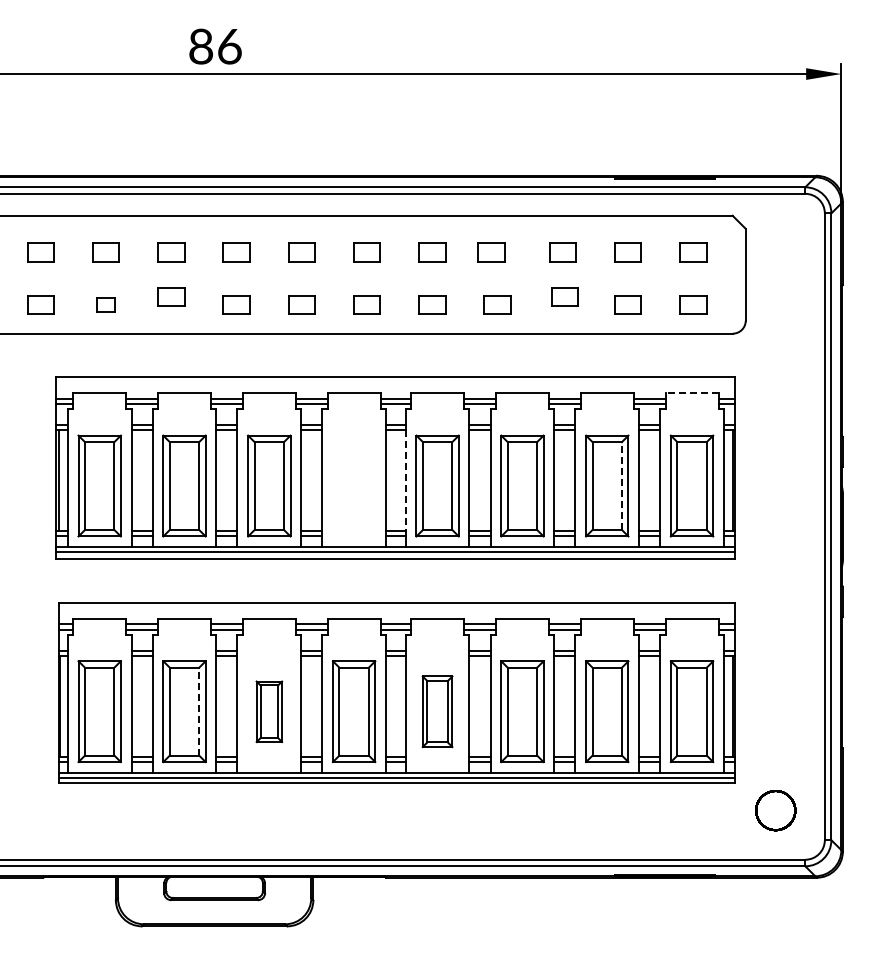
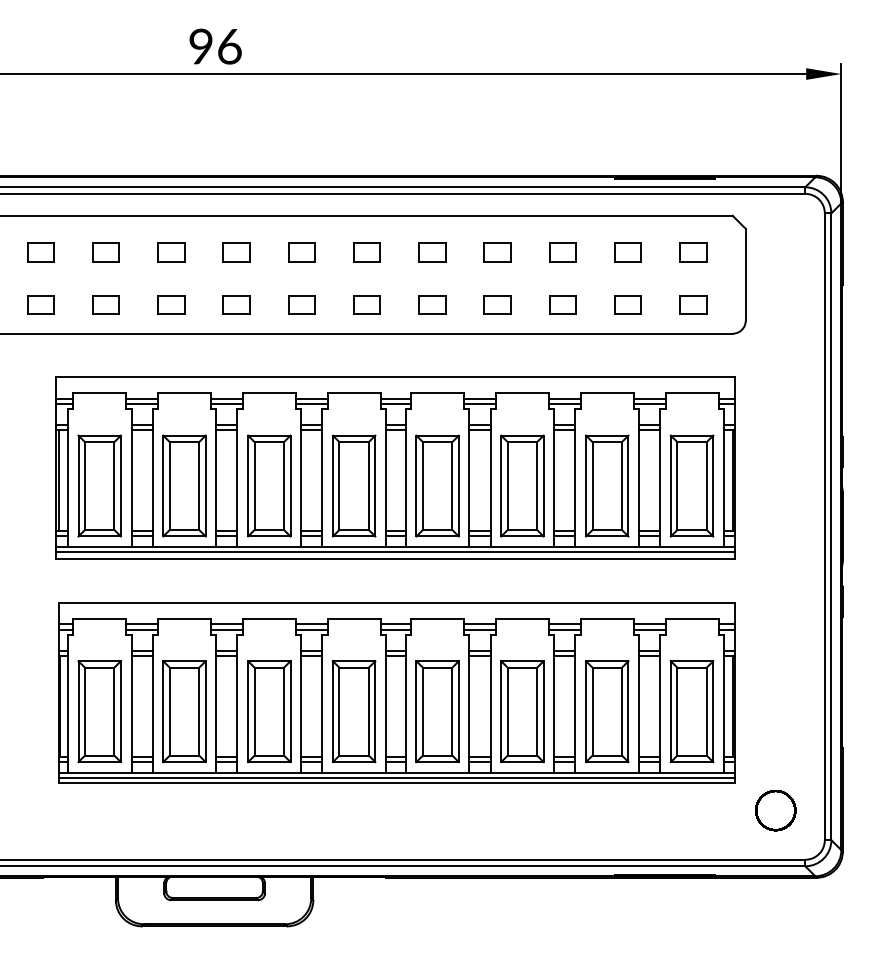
text at (201, 48): 86 -> 96
part at (491, 252) position: (491, 252) -> (497, 252)
part at (171, 296) position: (171, 296) -> (171, 304)
part at (564, 296) position: (564, 296) -> (562, 304)
part at (105, 304) size: 20x16 px -> 28x20 px
line at (691, 393): dashed -> solid
line at (405, 481): dashed -> solid
part at (353, 485): none -> present
line at (621, 486): dashed -> solid
line at (199, 711): dashed -> solid
part at (269, 711) size: 29x64 px -> 45x104 px
part at (437, 711) size: 33x74 px -> 45x104 px
